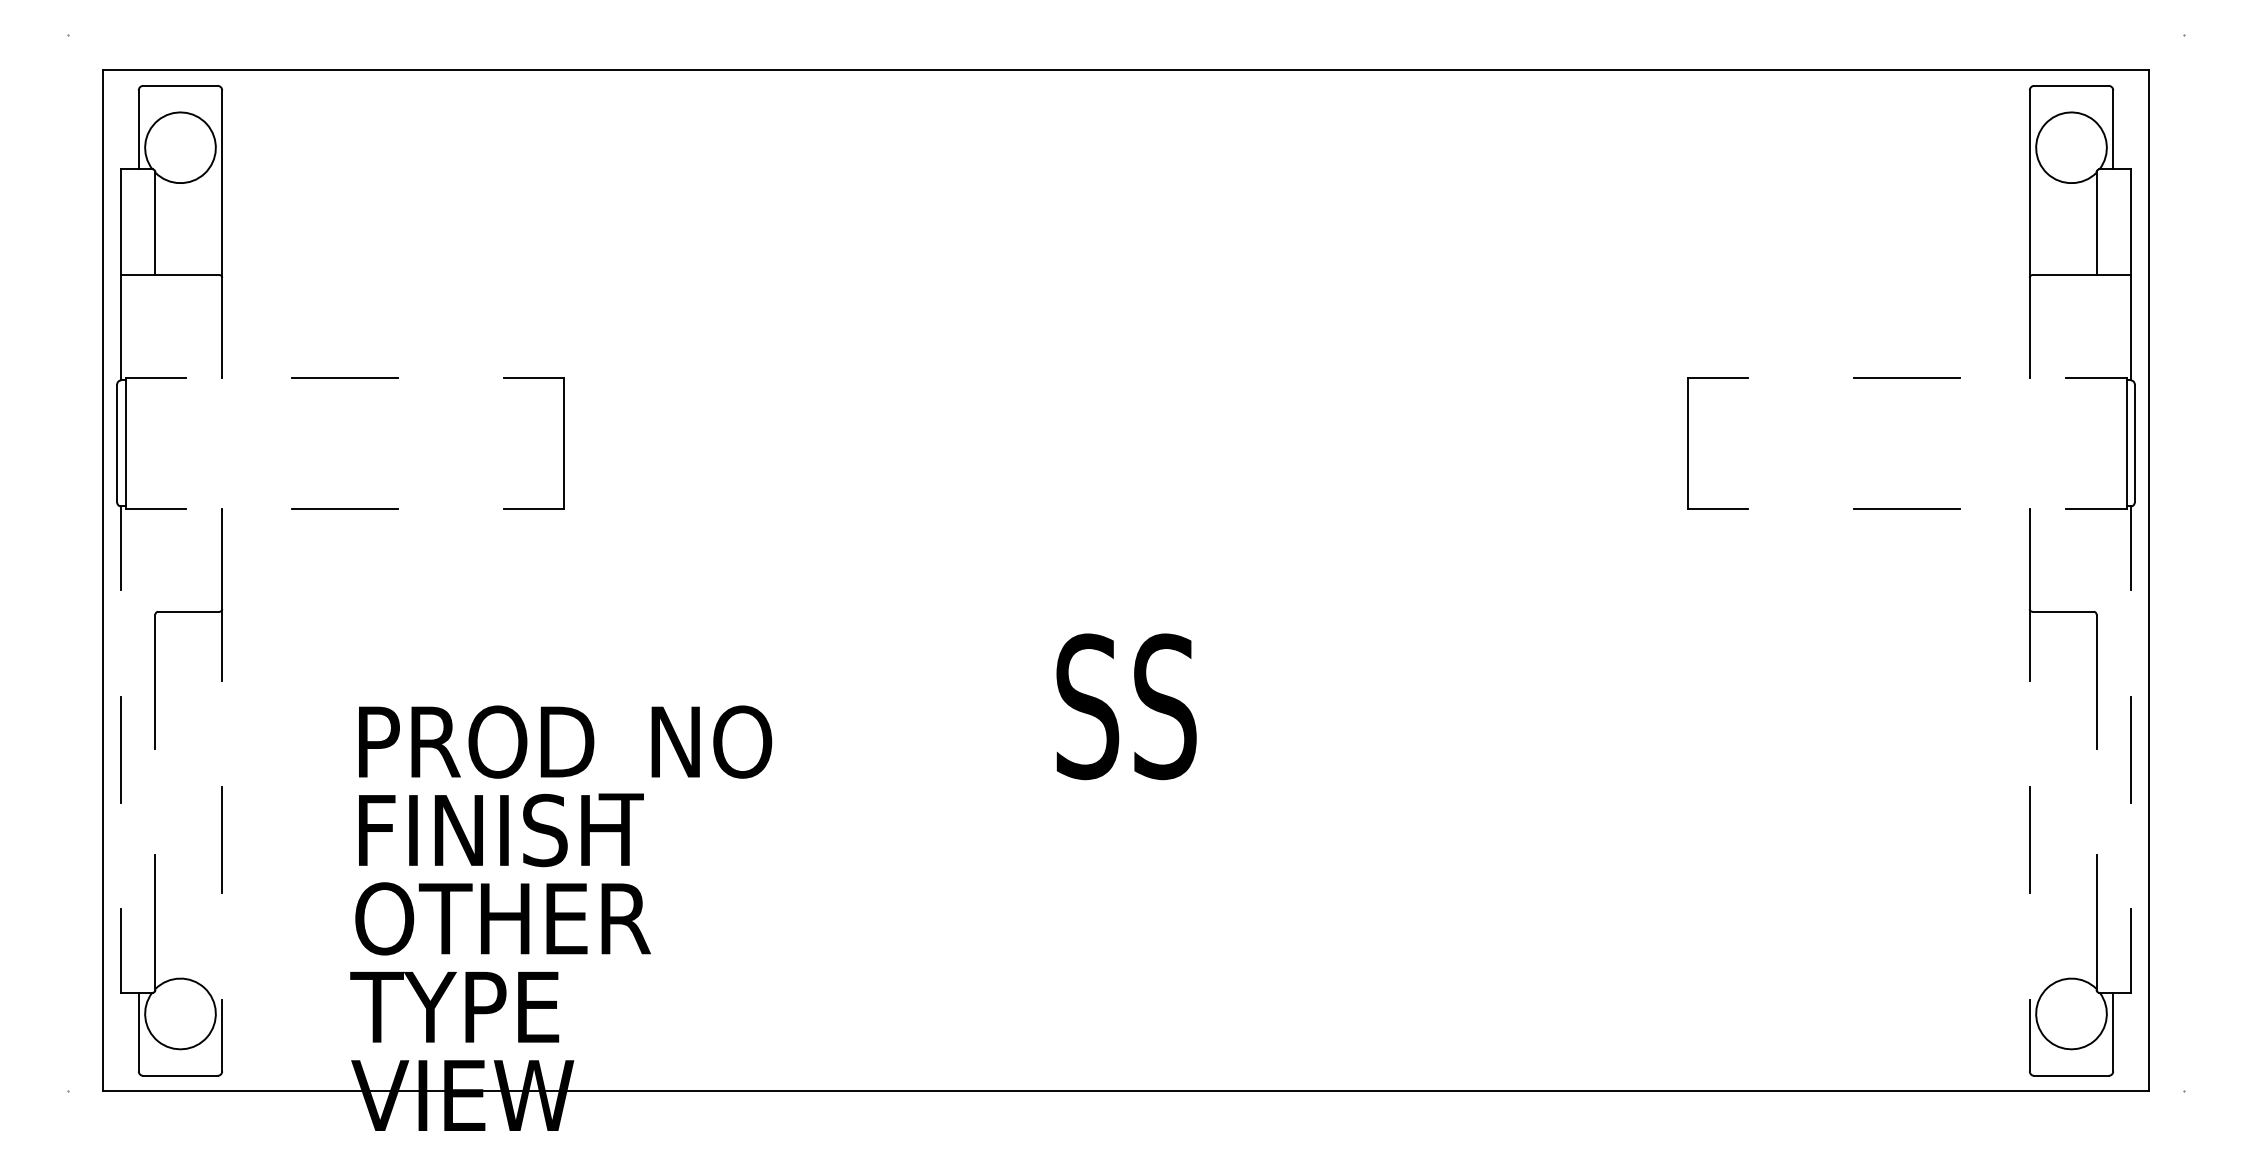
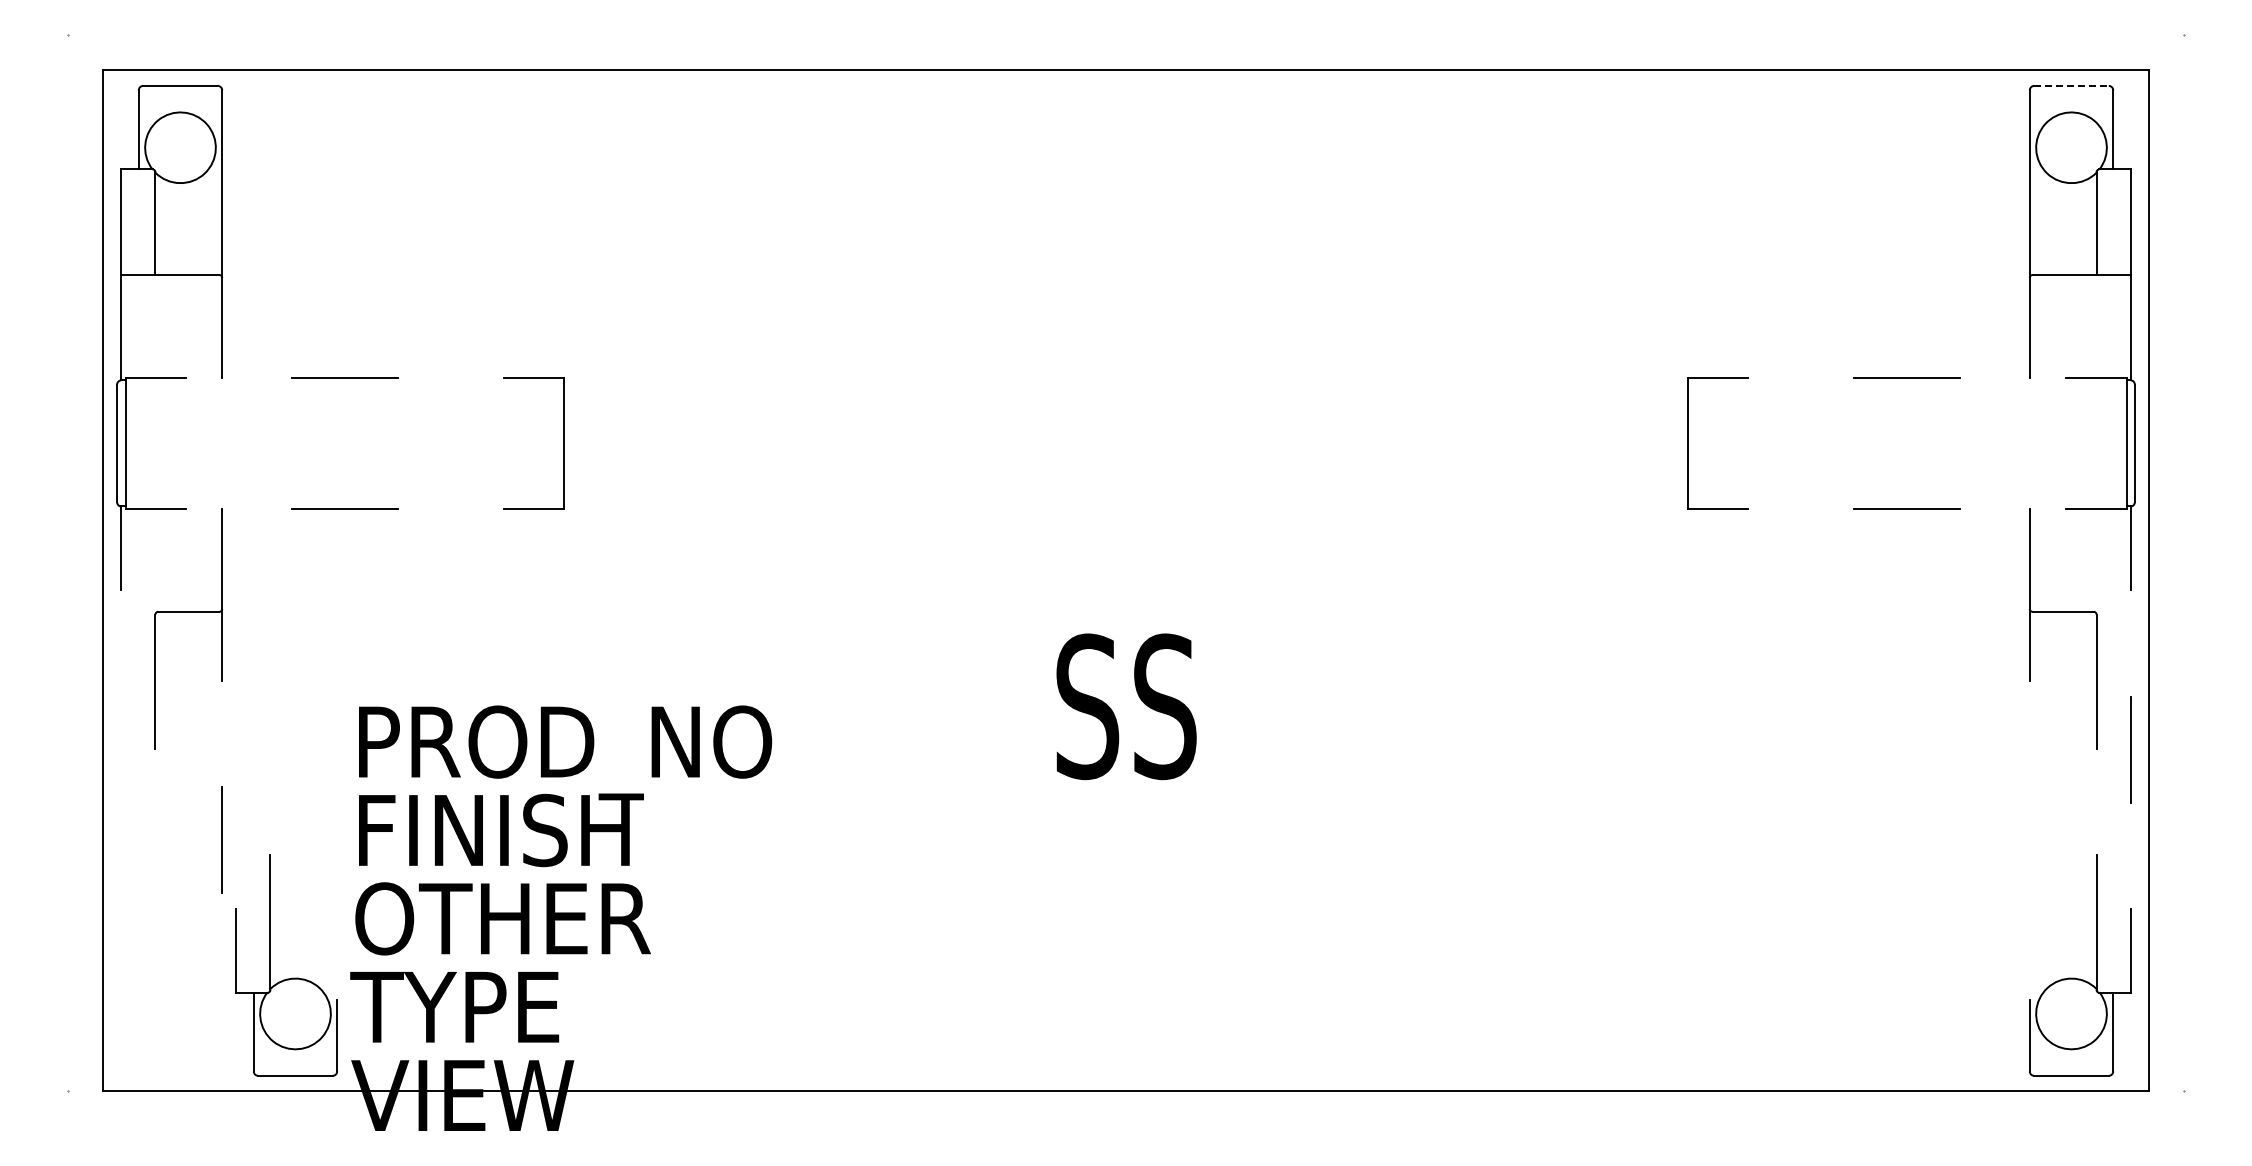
line at (2072, 85): solid -> dashed
line at (120, 749): present -> none
line at (2029, 840): present -> none
part at (176, 977) position: (176, 977) -> (291, 977)
